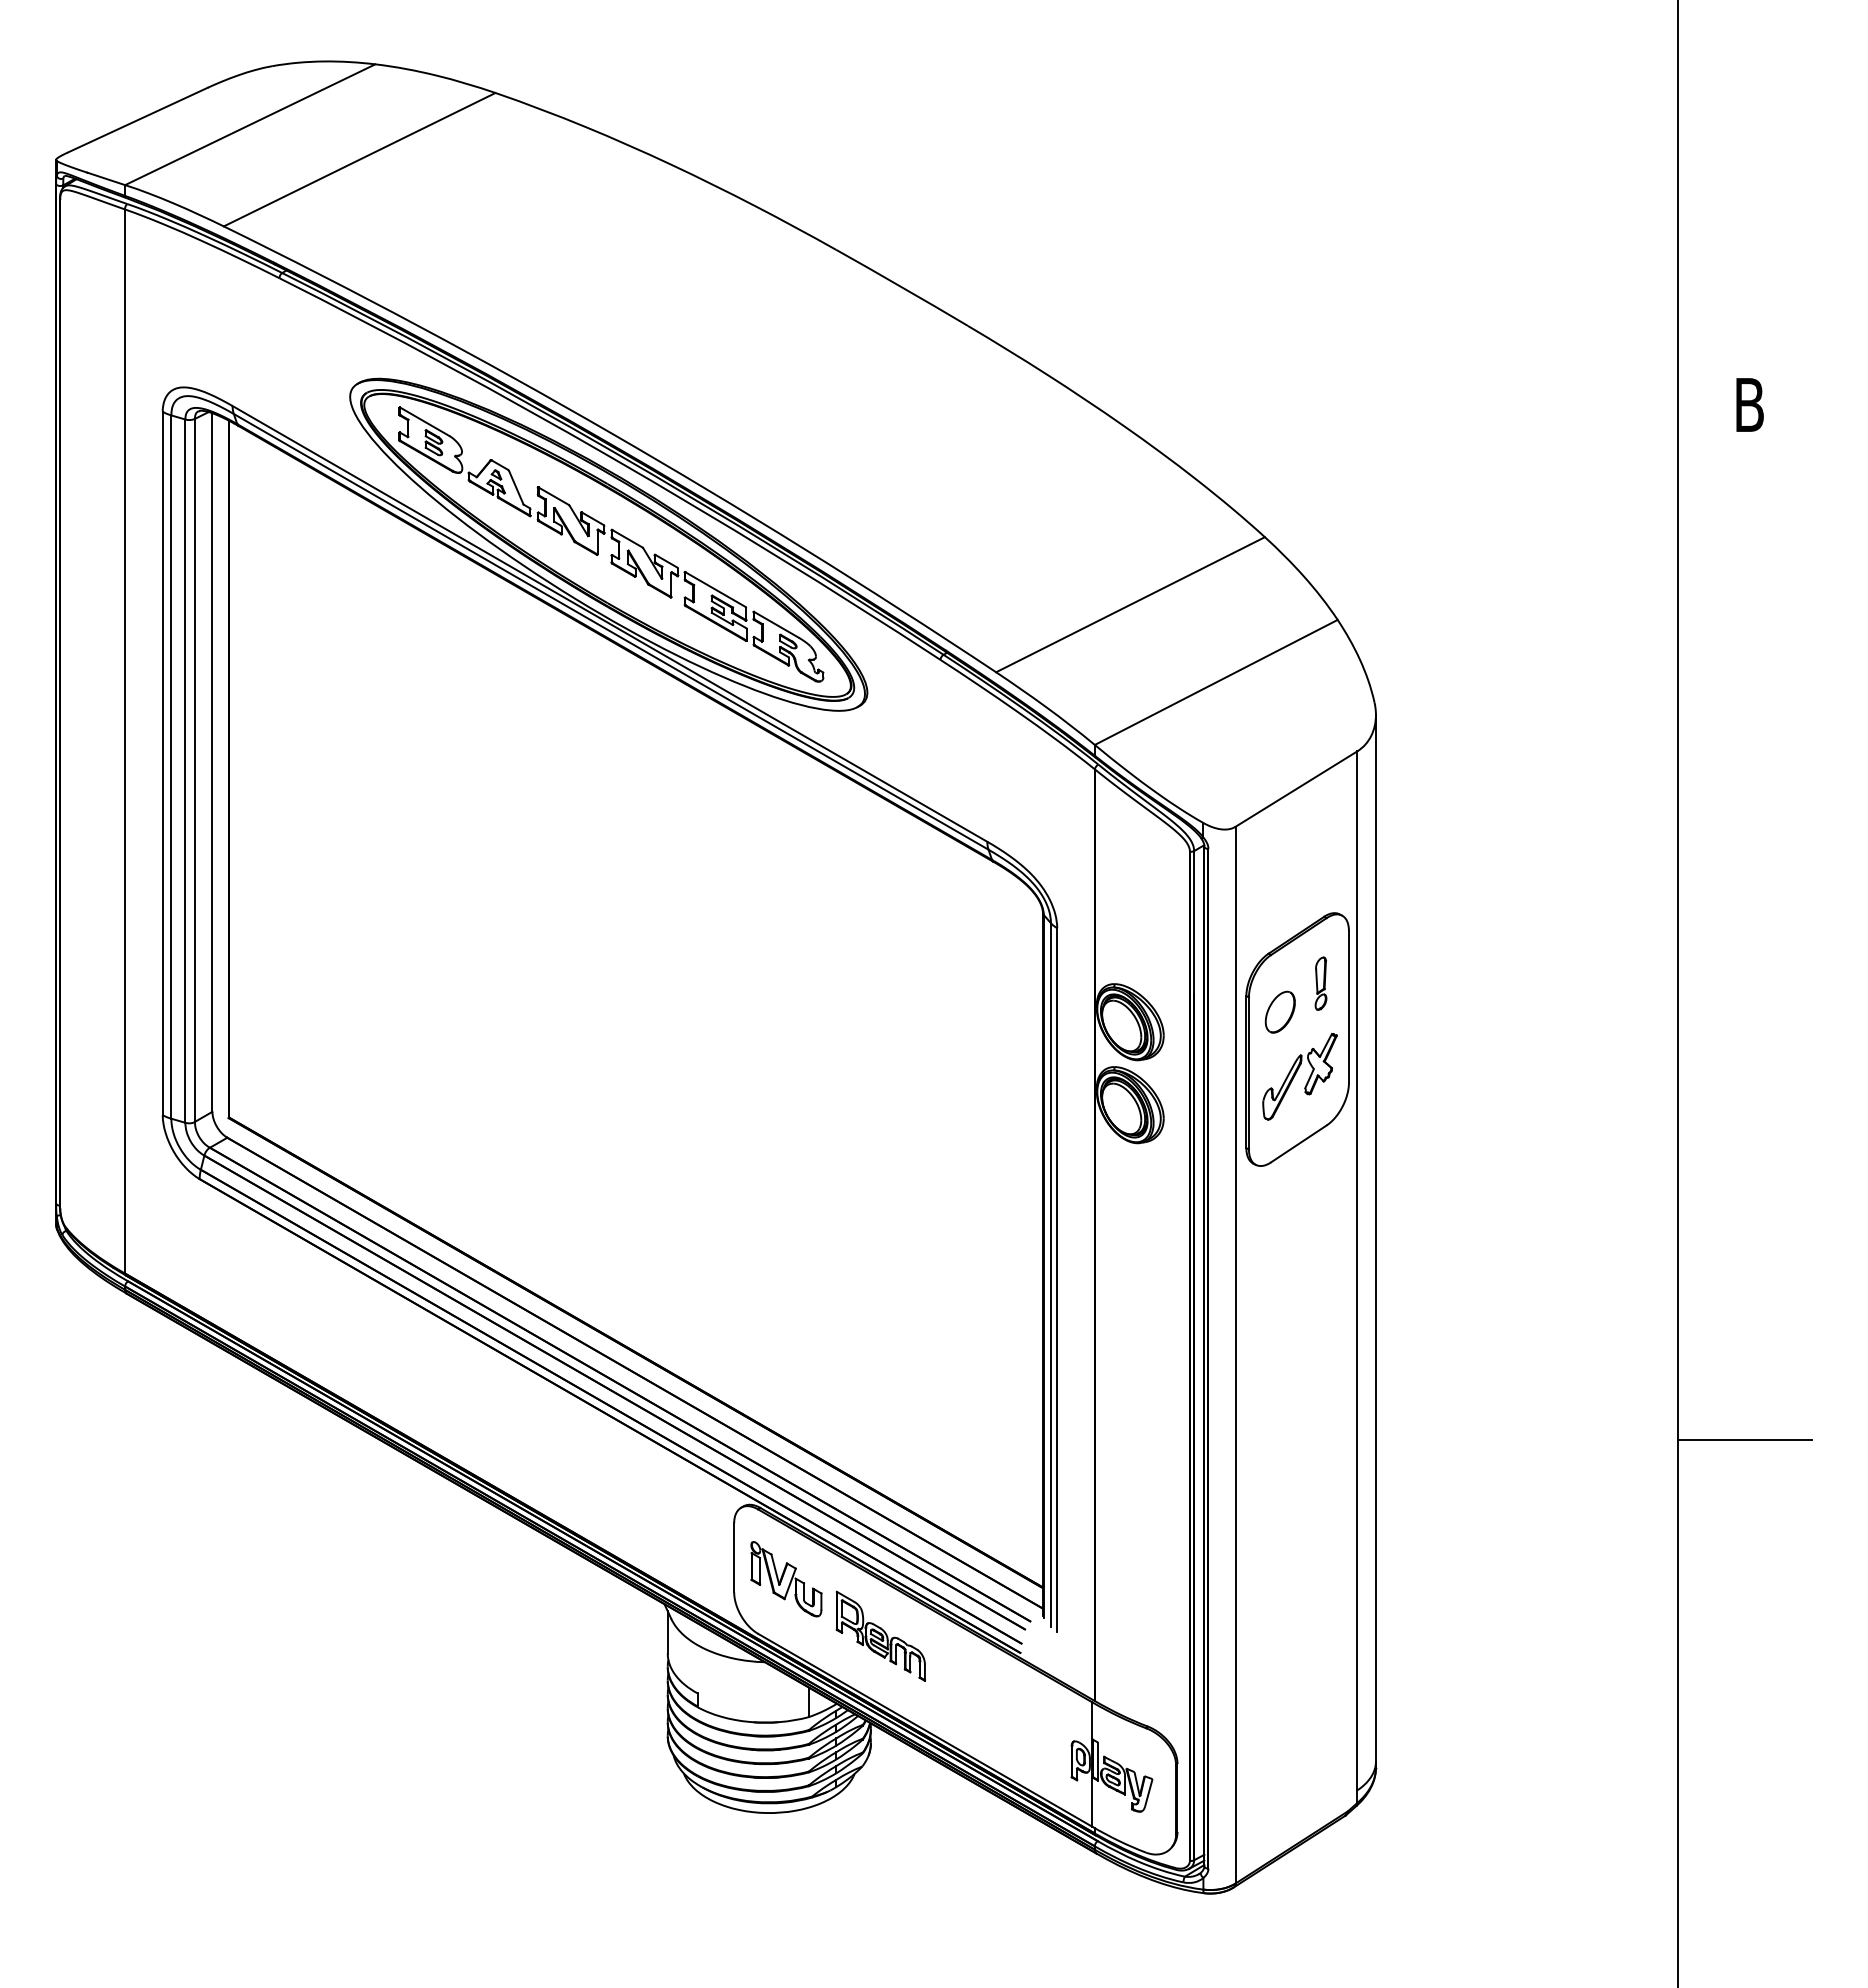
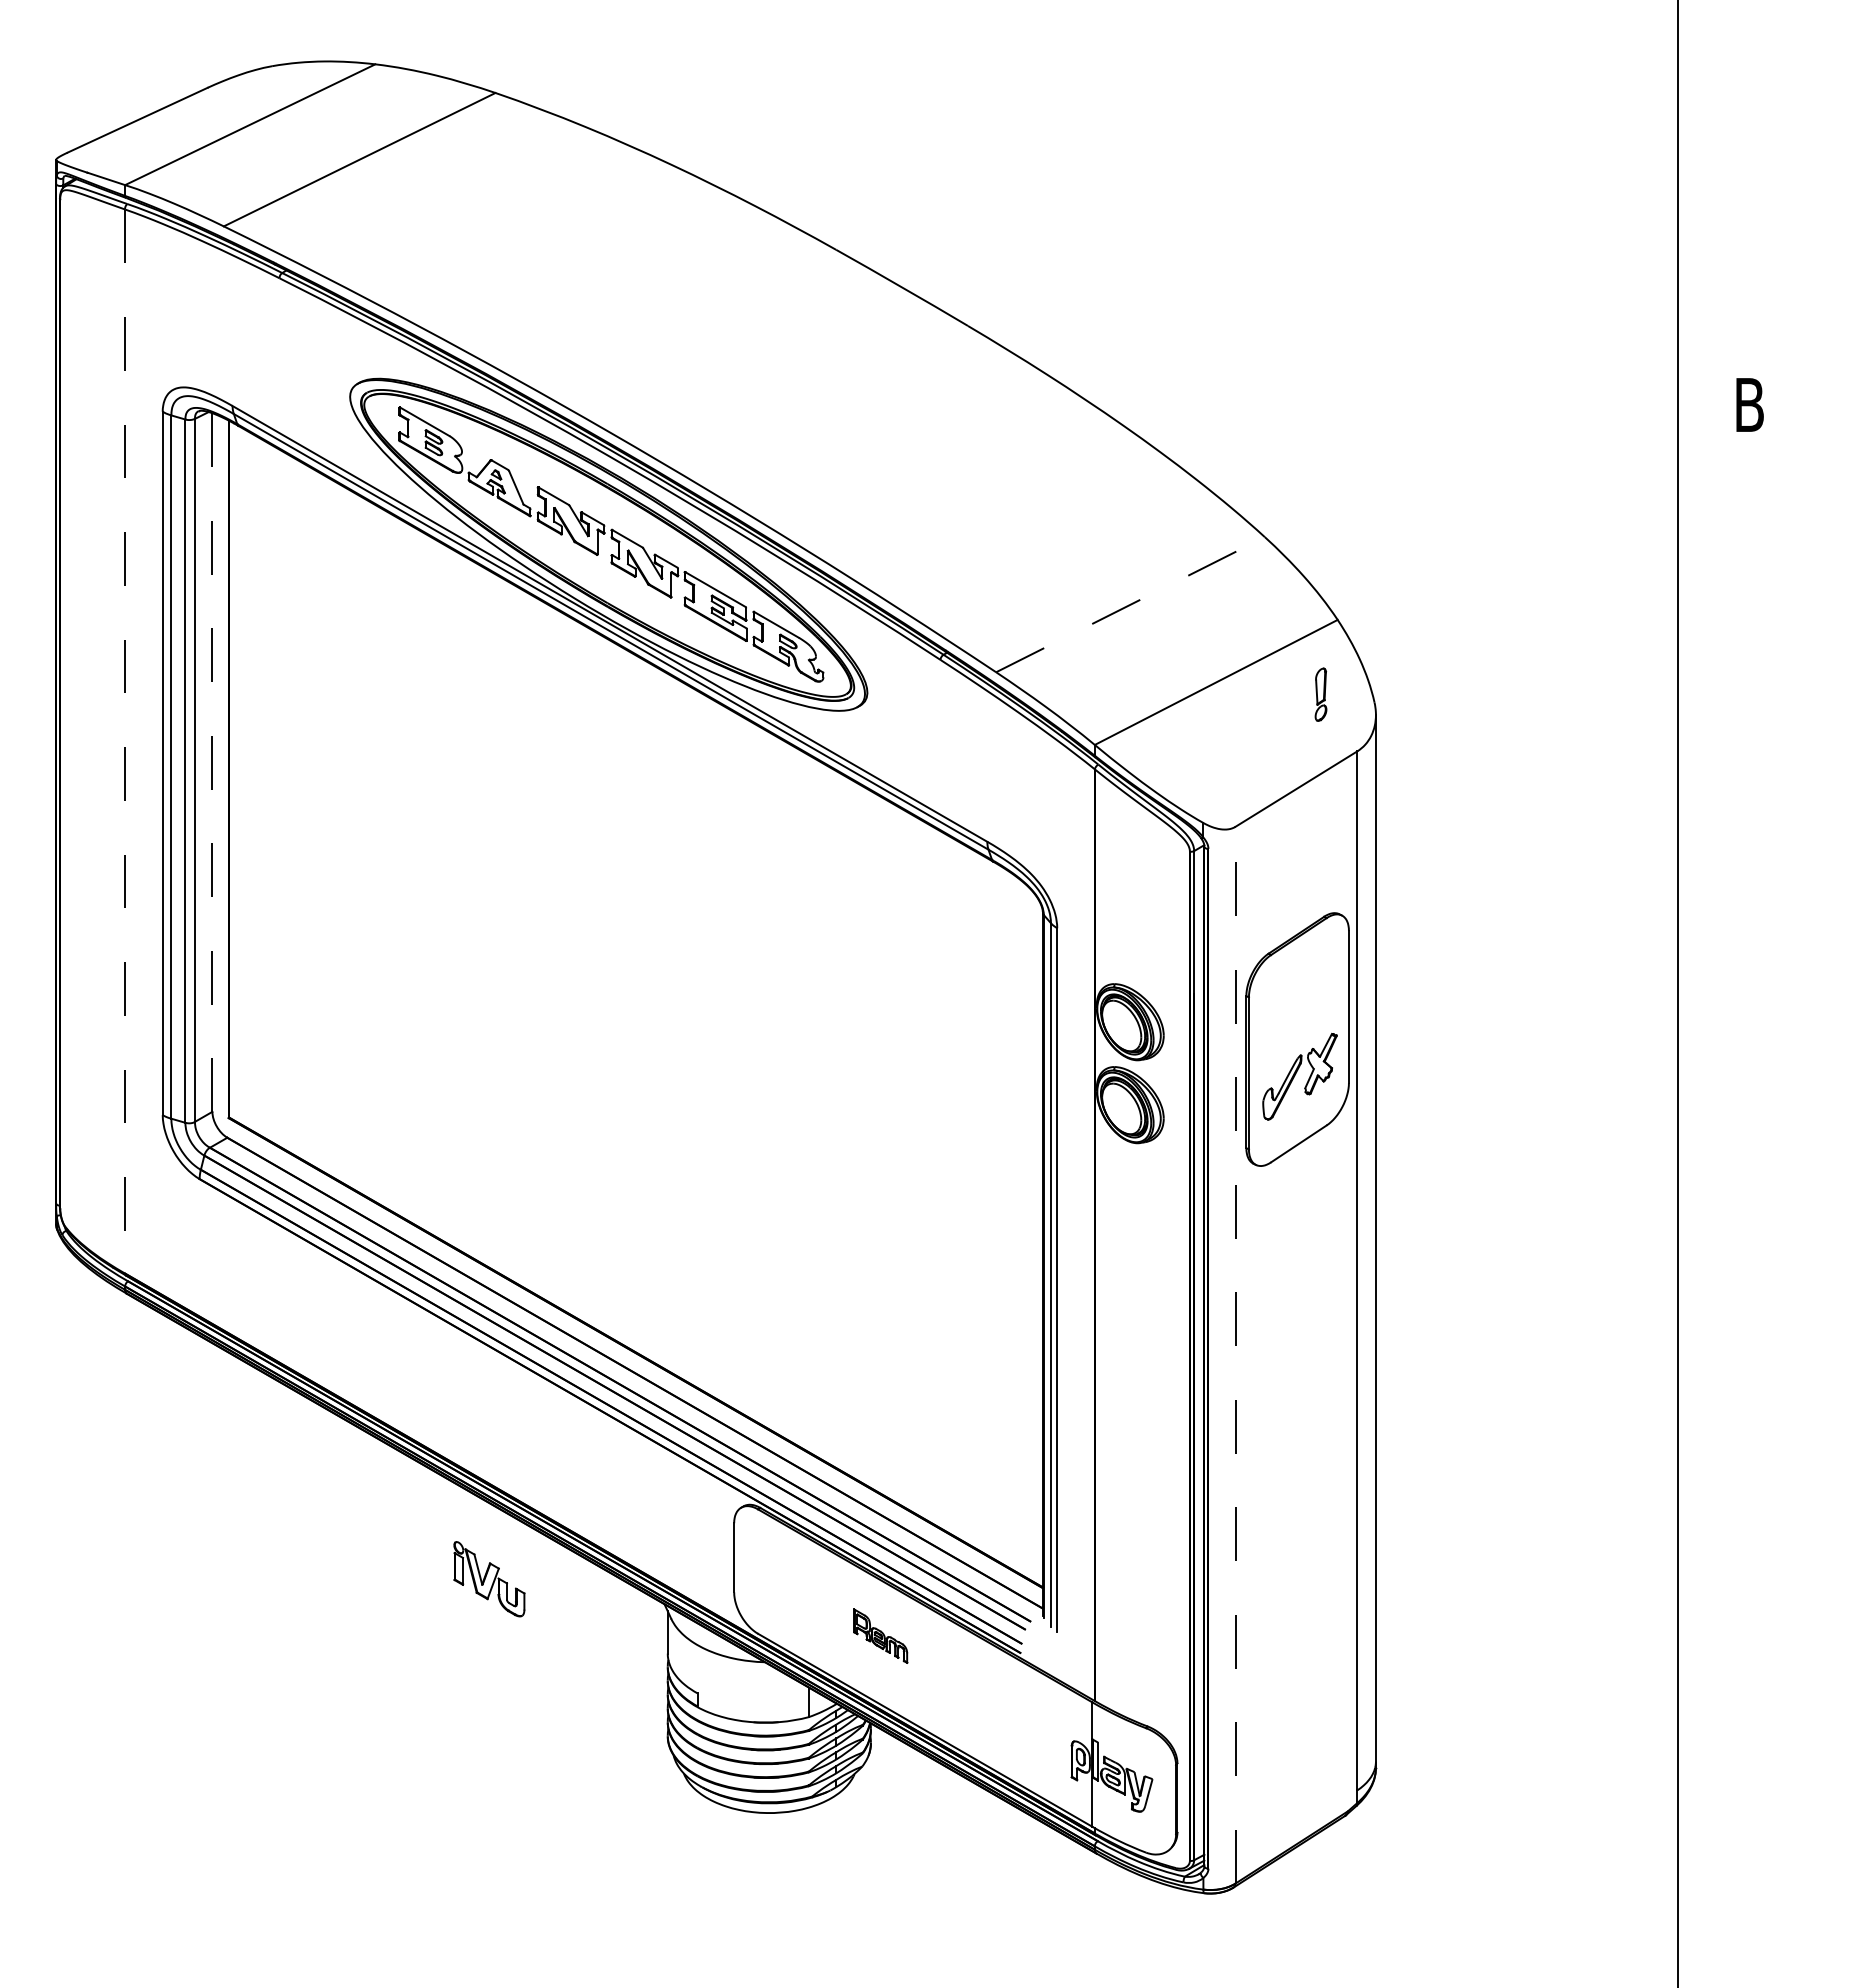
line at (1130, 604): solid -> dashed
line at (125, 742): solid -> dashed
line at (212, 763): solid -> dashed
part at (1320, 983) position: (1320, 983) -> (1320, 694)
part at (1279, 1011): present -> none
line at (1235, 1354): solid -> dashed
line at (1744, 1439): present -> none
part at (786, 1579) position: (786, 1579) -> (489, 1579)
part at (880, 1635) size: 91x92 px -> 56x56 px
